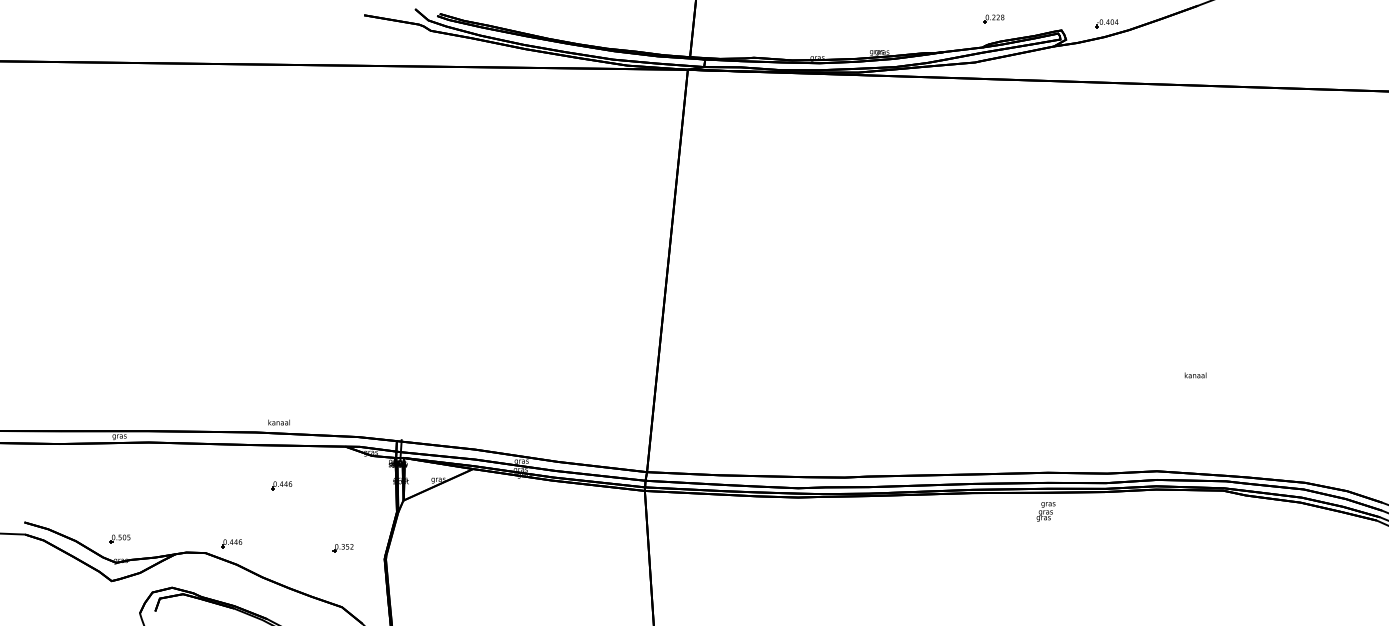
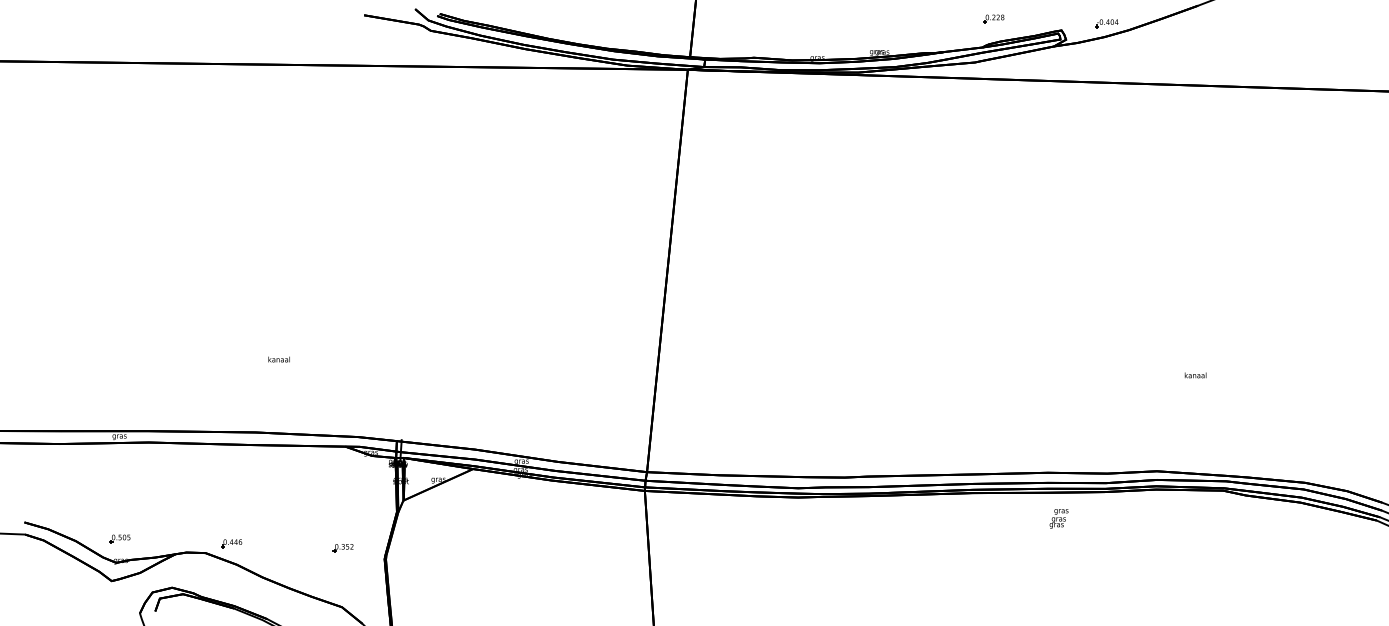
text at (278, 422) position: (278, 422) -> (278, 359)
part at (281, 485): present -> none
text at (1045, 511) position: (1045, 511) -> (1058, 518)
